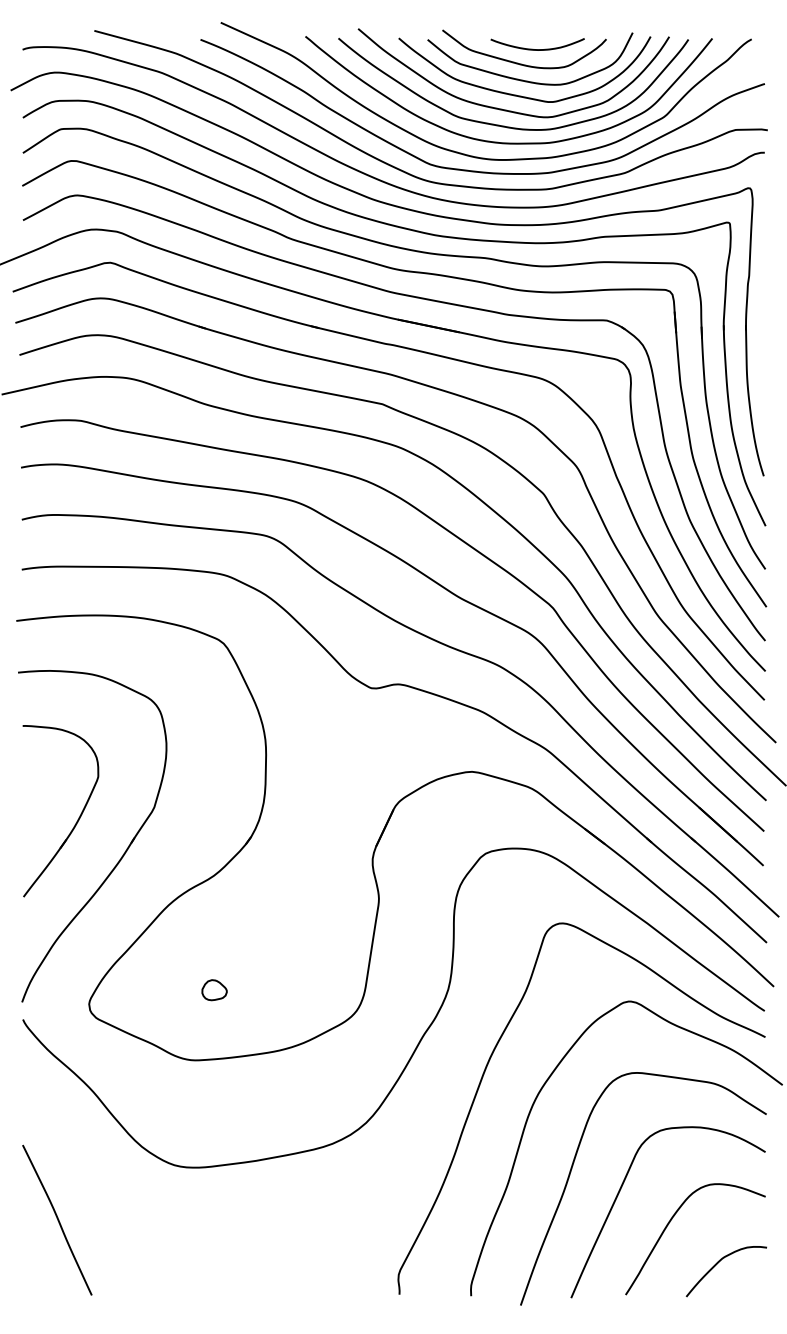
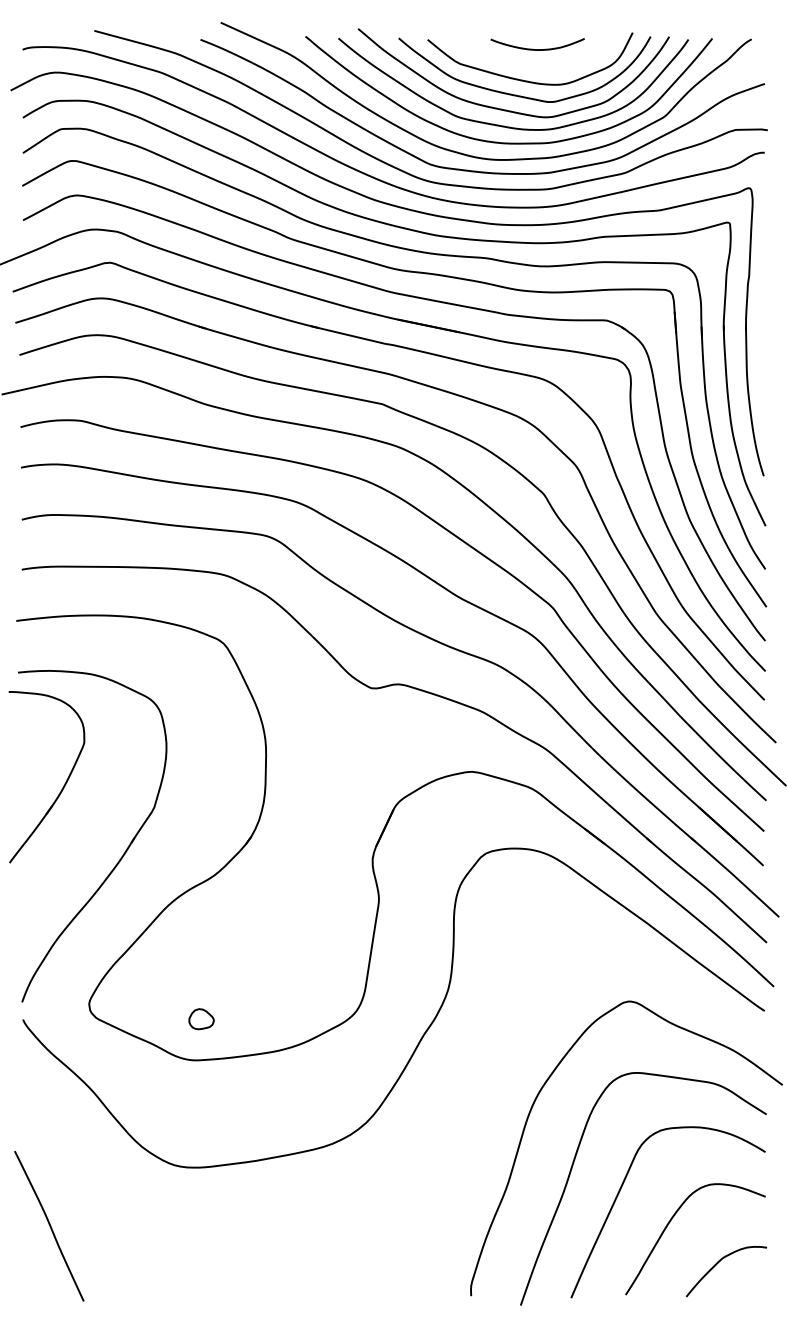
curve at (518, 62): present -> none
part at (77, 819) position: (77, 819) -> (63, 785)
part at (214, 990) position: (214, 990) -> (201, 1019)
curve at (485, 1072): present -> none
curve at (57, 1219) position: (57, 1219) -> (49, 1225)
